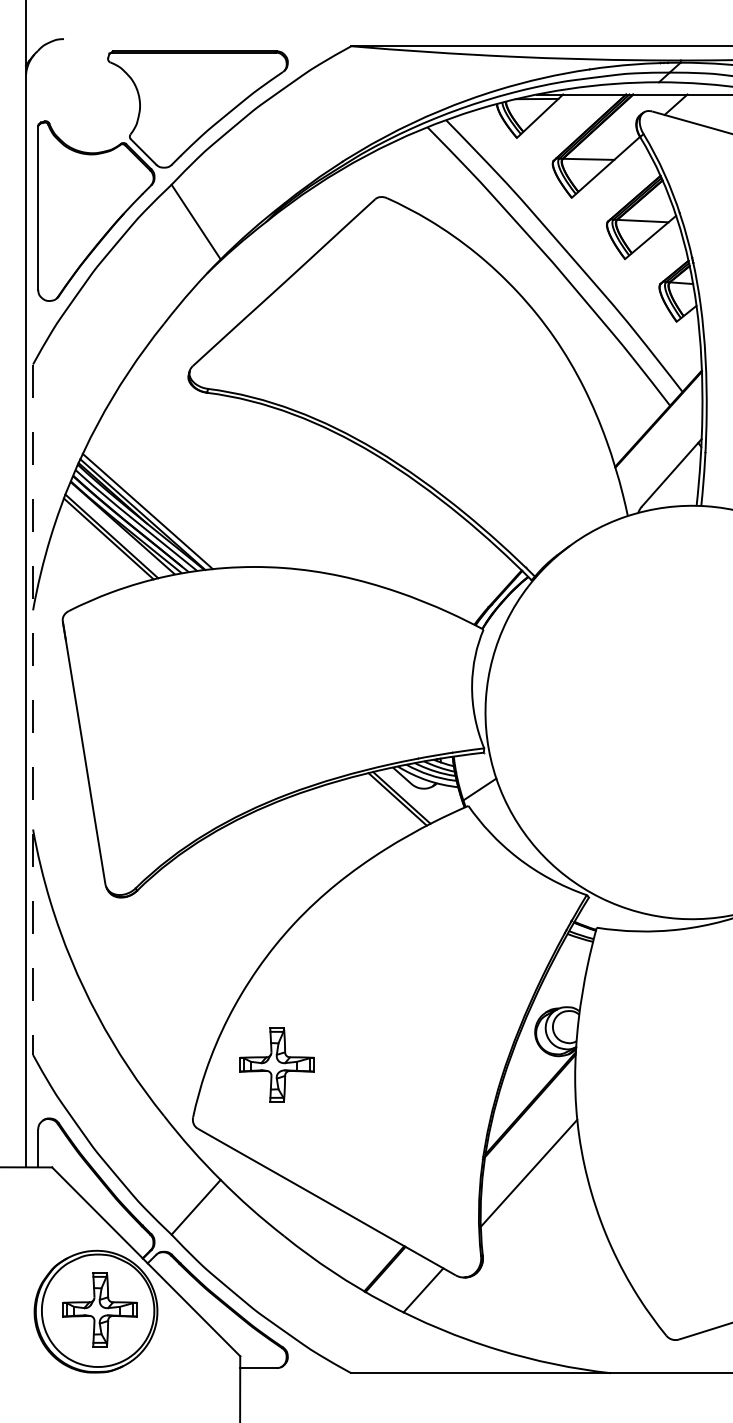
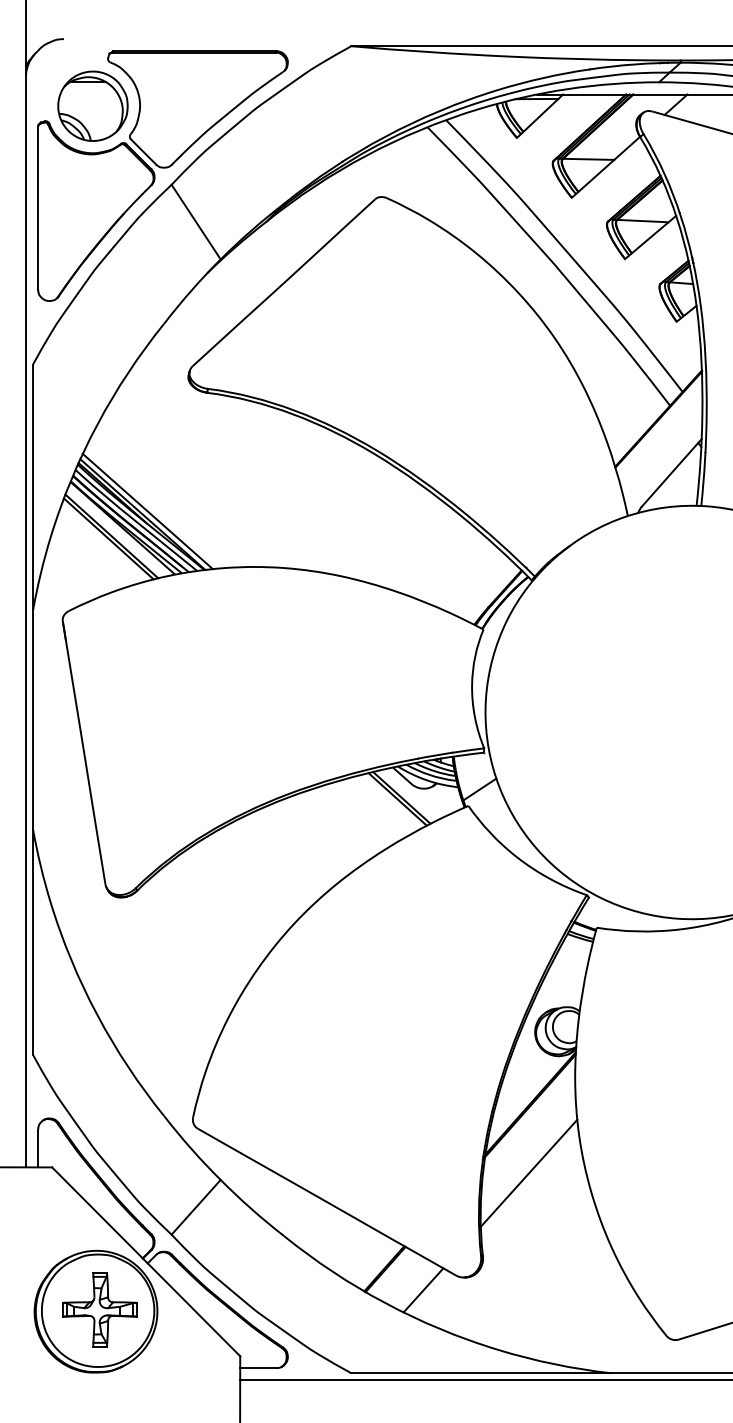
part at (92, 105): none -> present
line at (33, 710): dashed -> solid
part at (276, 1064): present -> none
line at (484, 1380): none -> present
